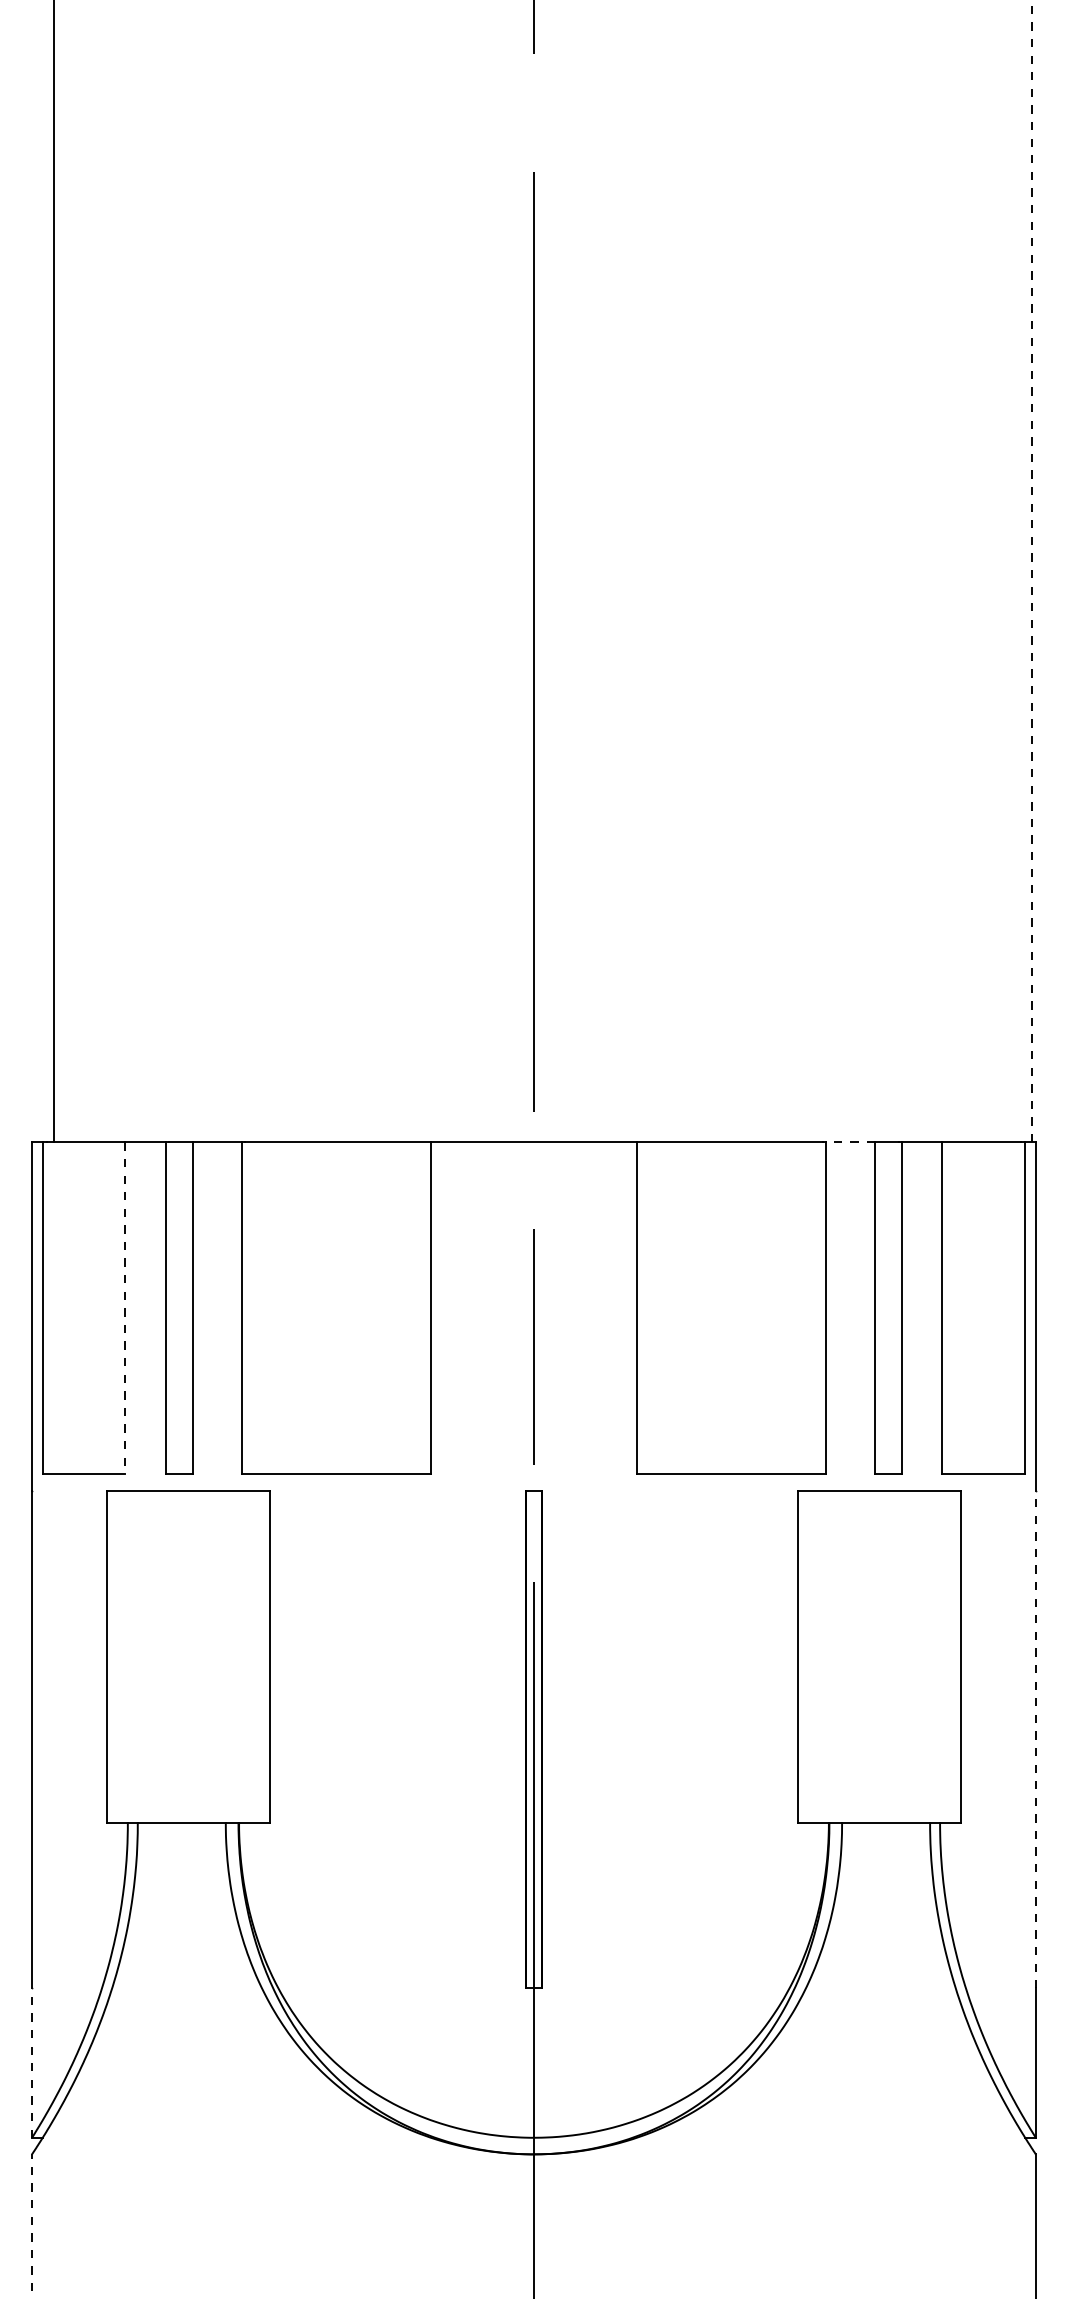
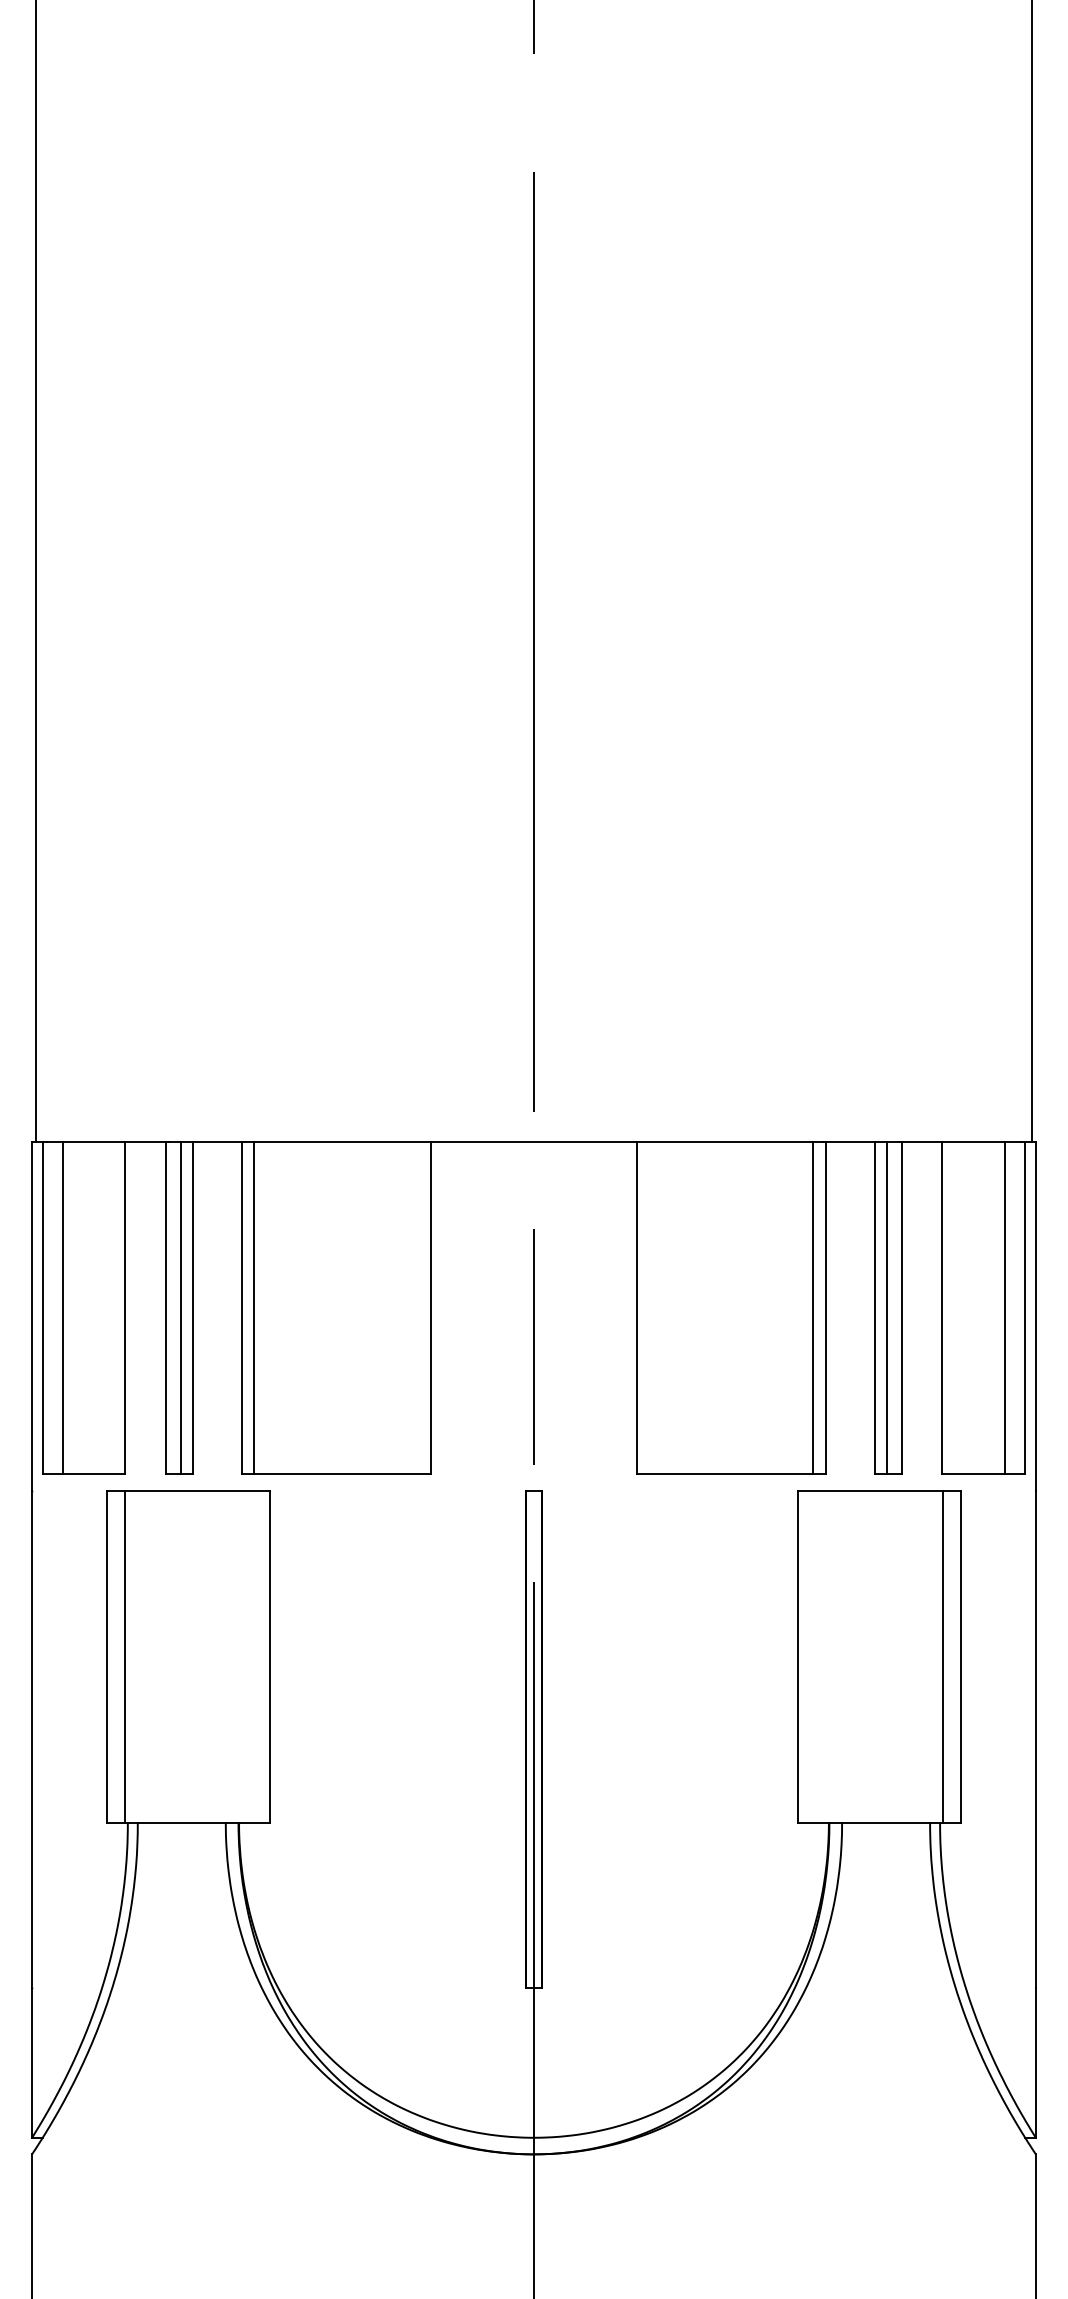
line at (1031, 571): dashed -> solid
line at (54, 572) position: (54, 572) -> (36, 572)
line at (850, 1142): dashed -> solid
line at (63, 1308): none -> present
line at (125, 1308): dashed -> solid
line at (181, 1308): none -> present
line at (254, 1308): none -> present
line at (813, 1308): none -> present
line at (886, 1308): none -> present
line at (1004, 1308): none -> present
line at (124, 1656): none -> present
line at (943, 1656): none -> present
line at (1035, 1739): dashed -> solid
line at (32, 2063): dashed -> solid
line at (32, 2226): dashed -> solid
